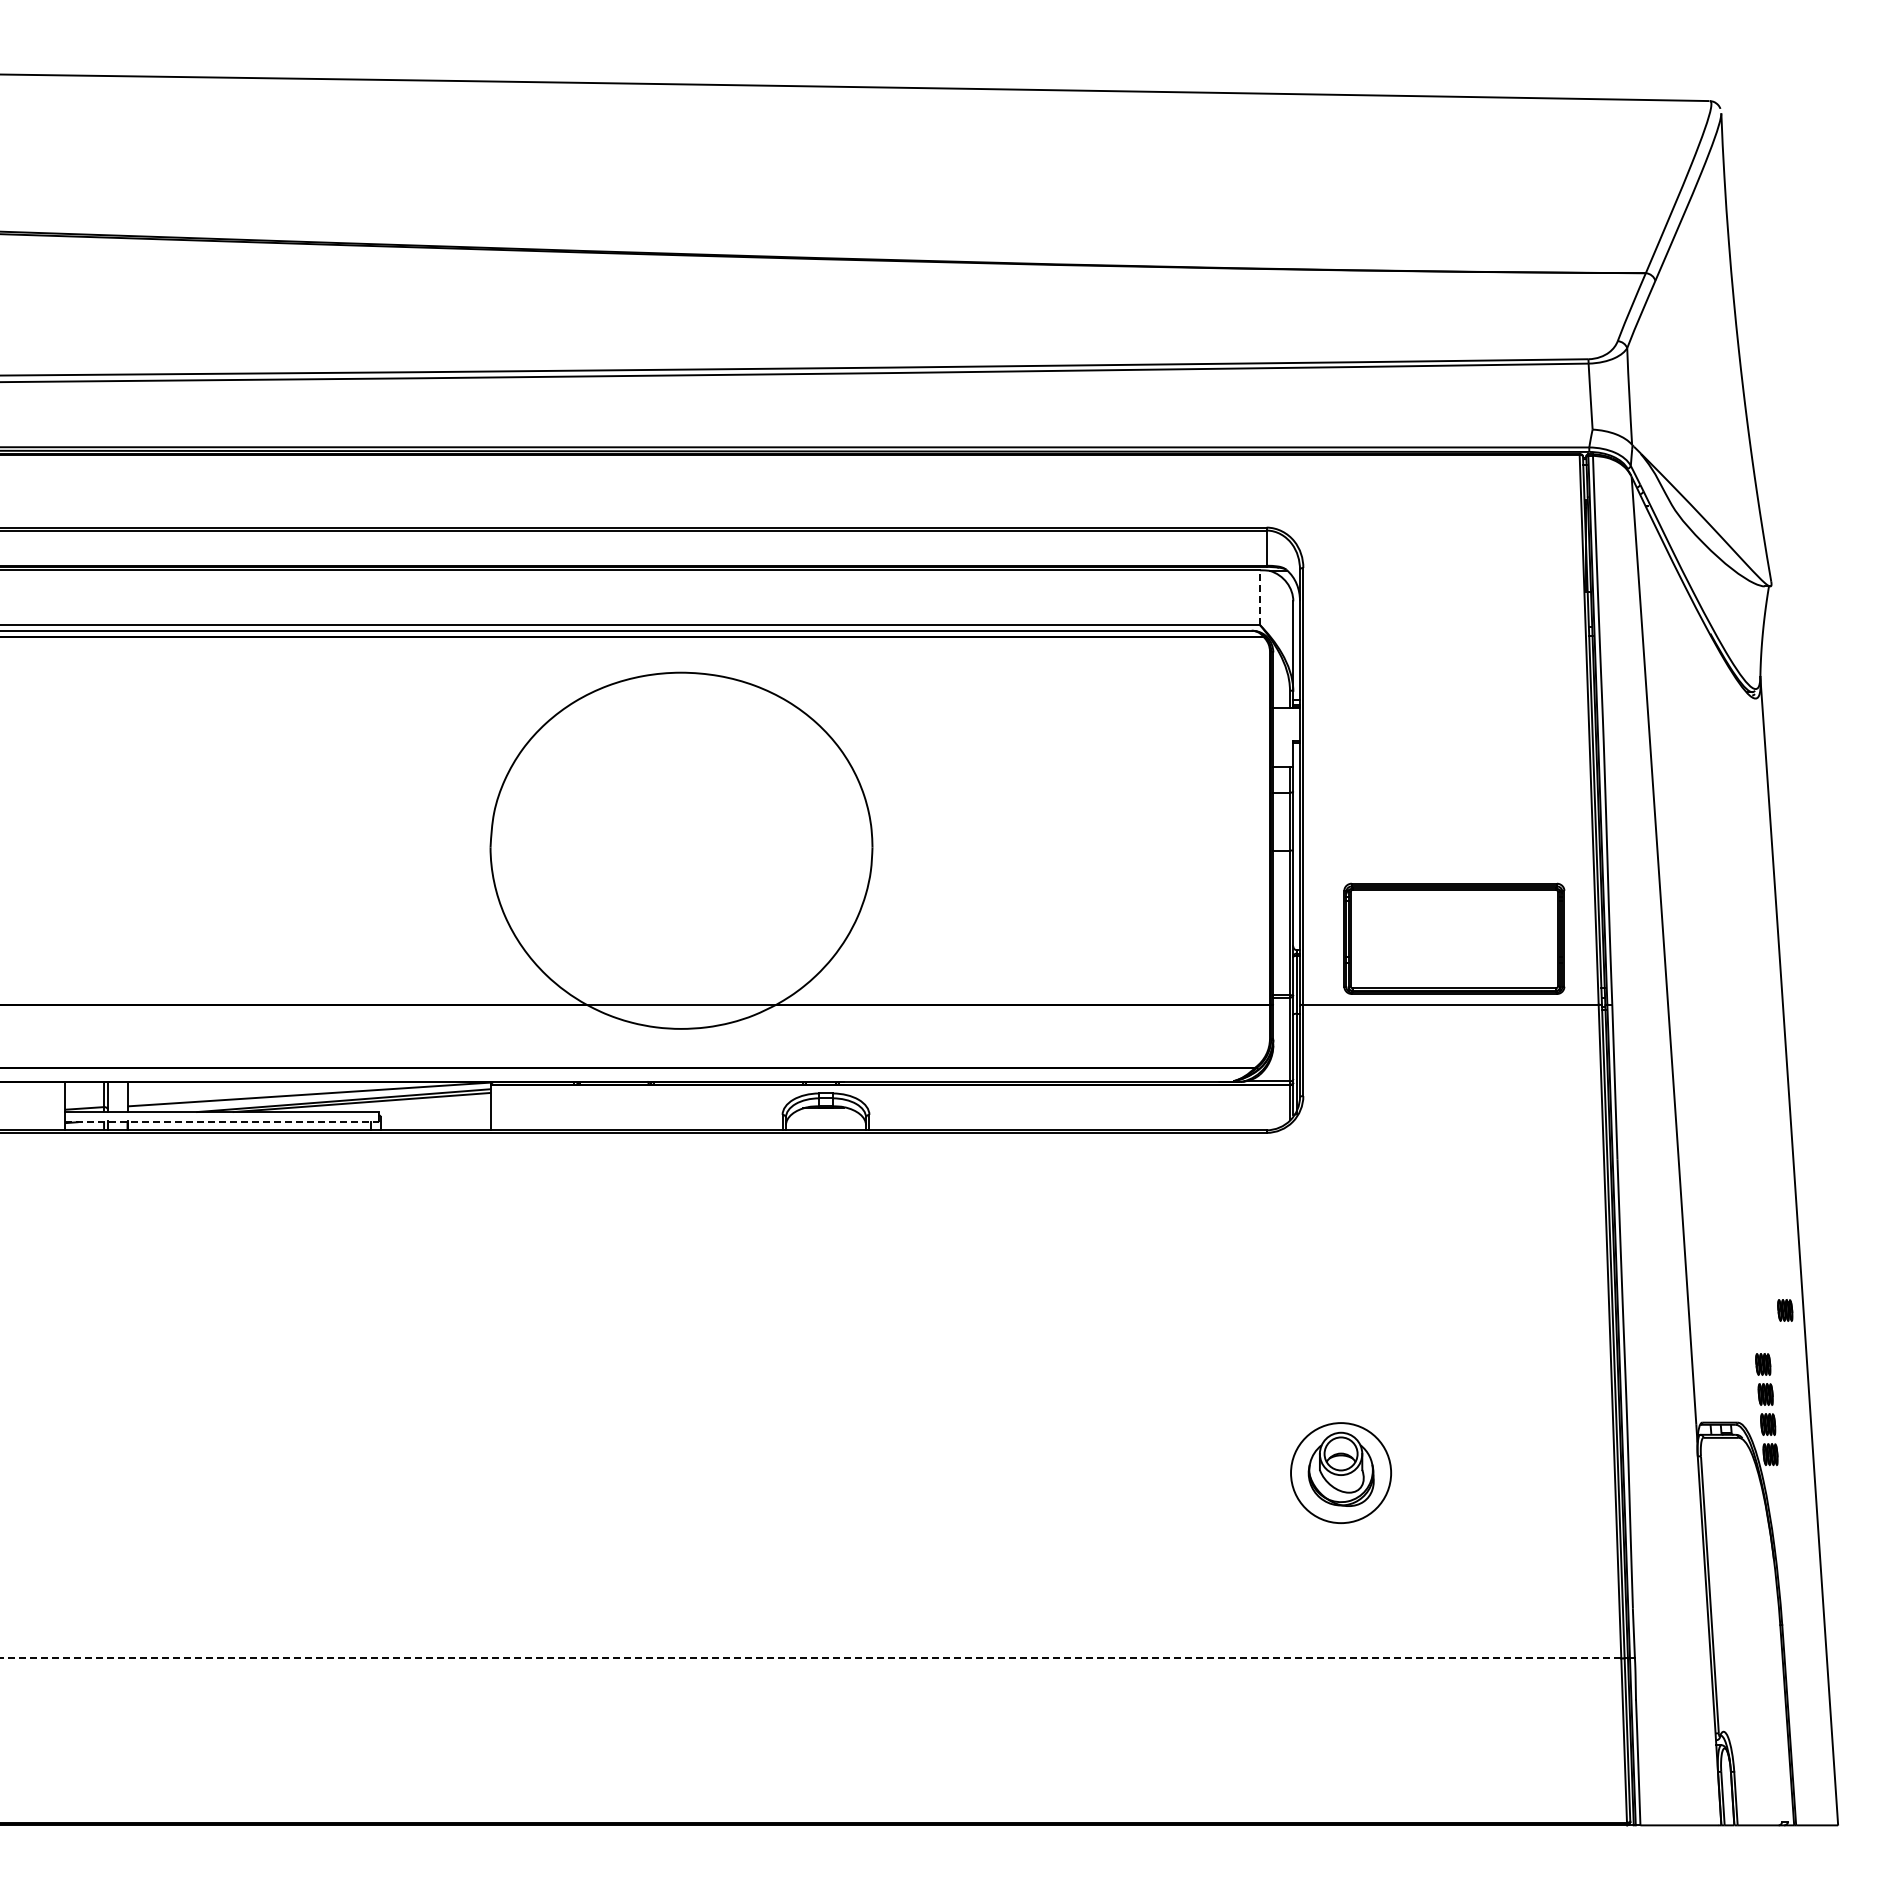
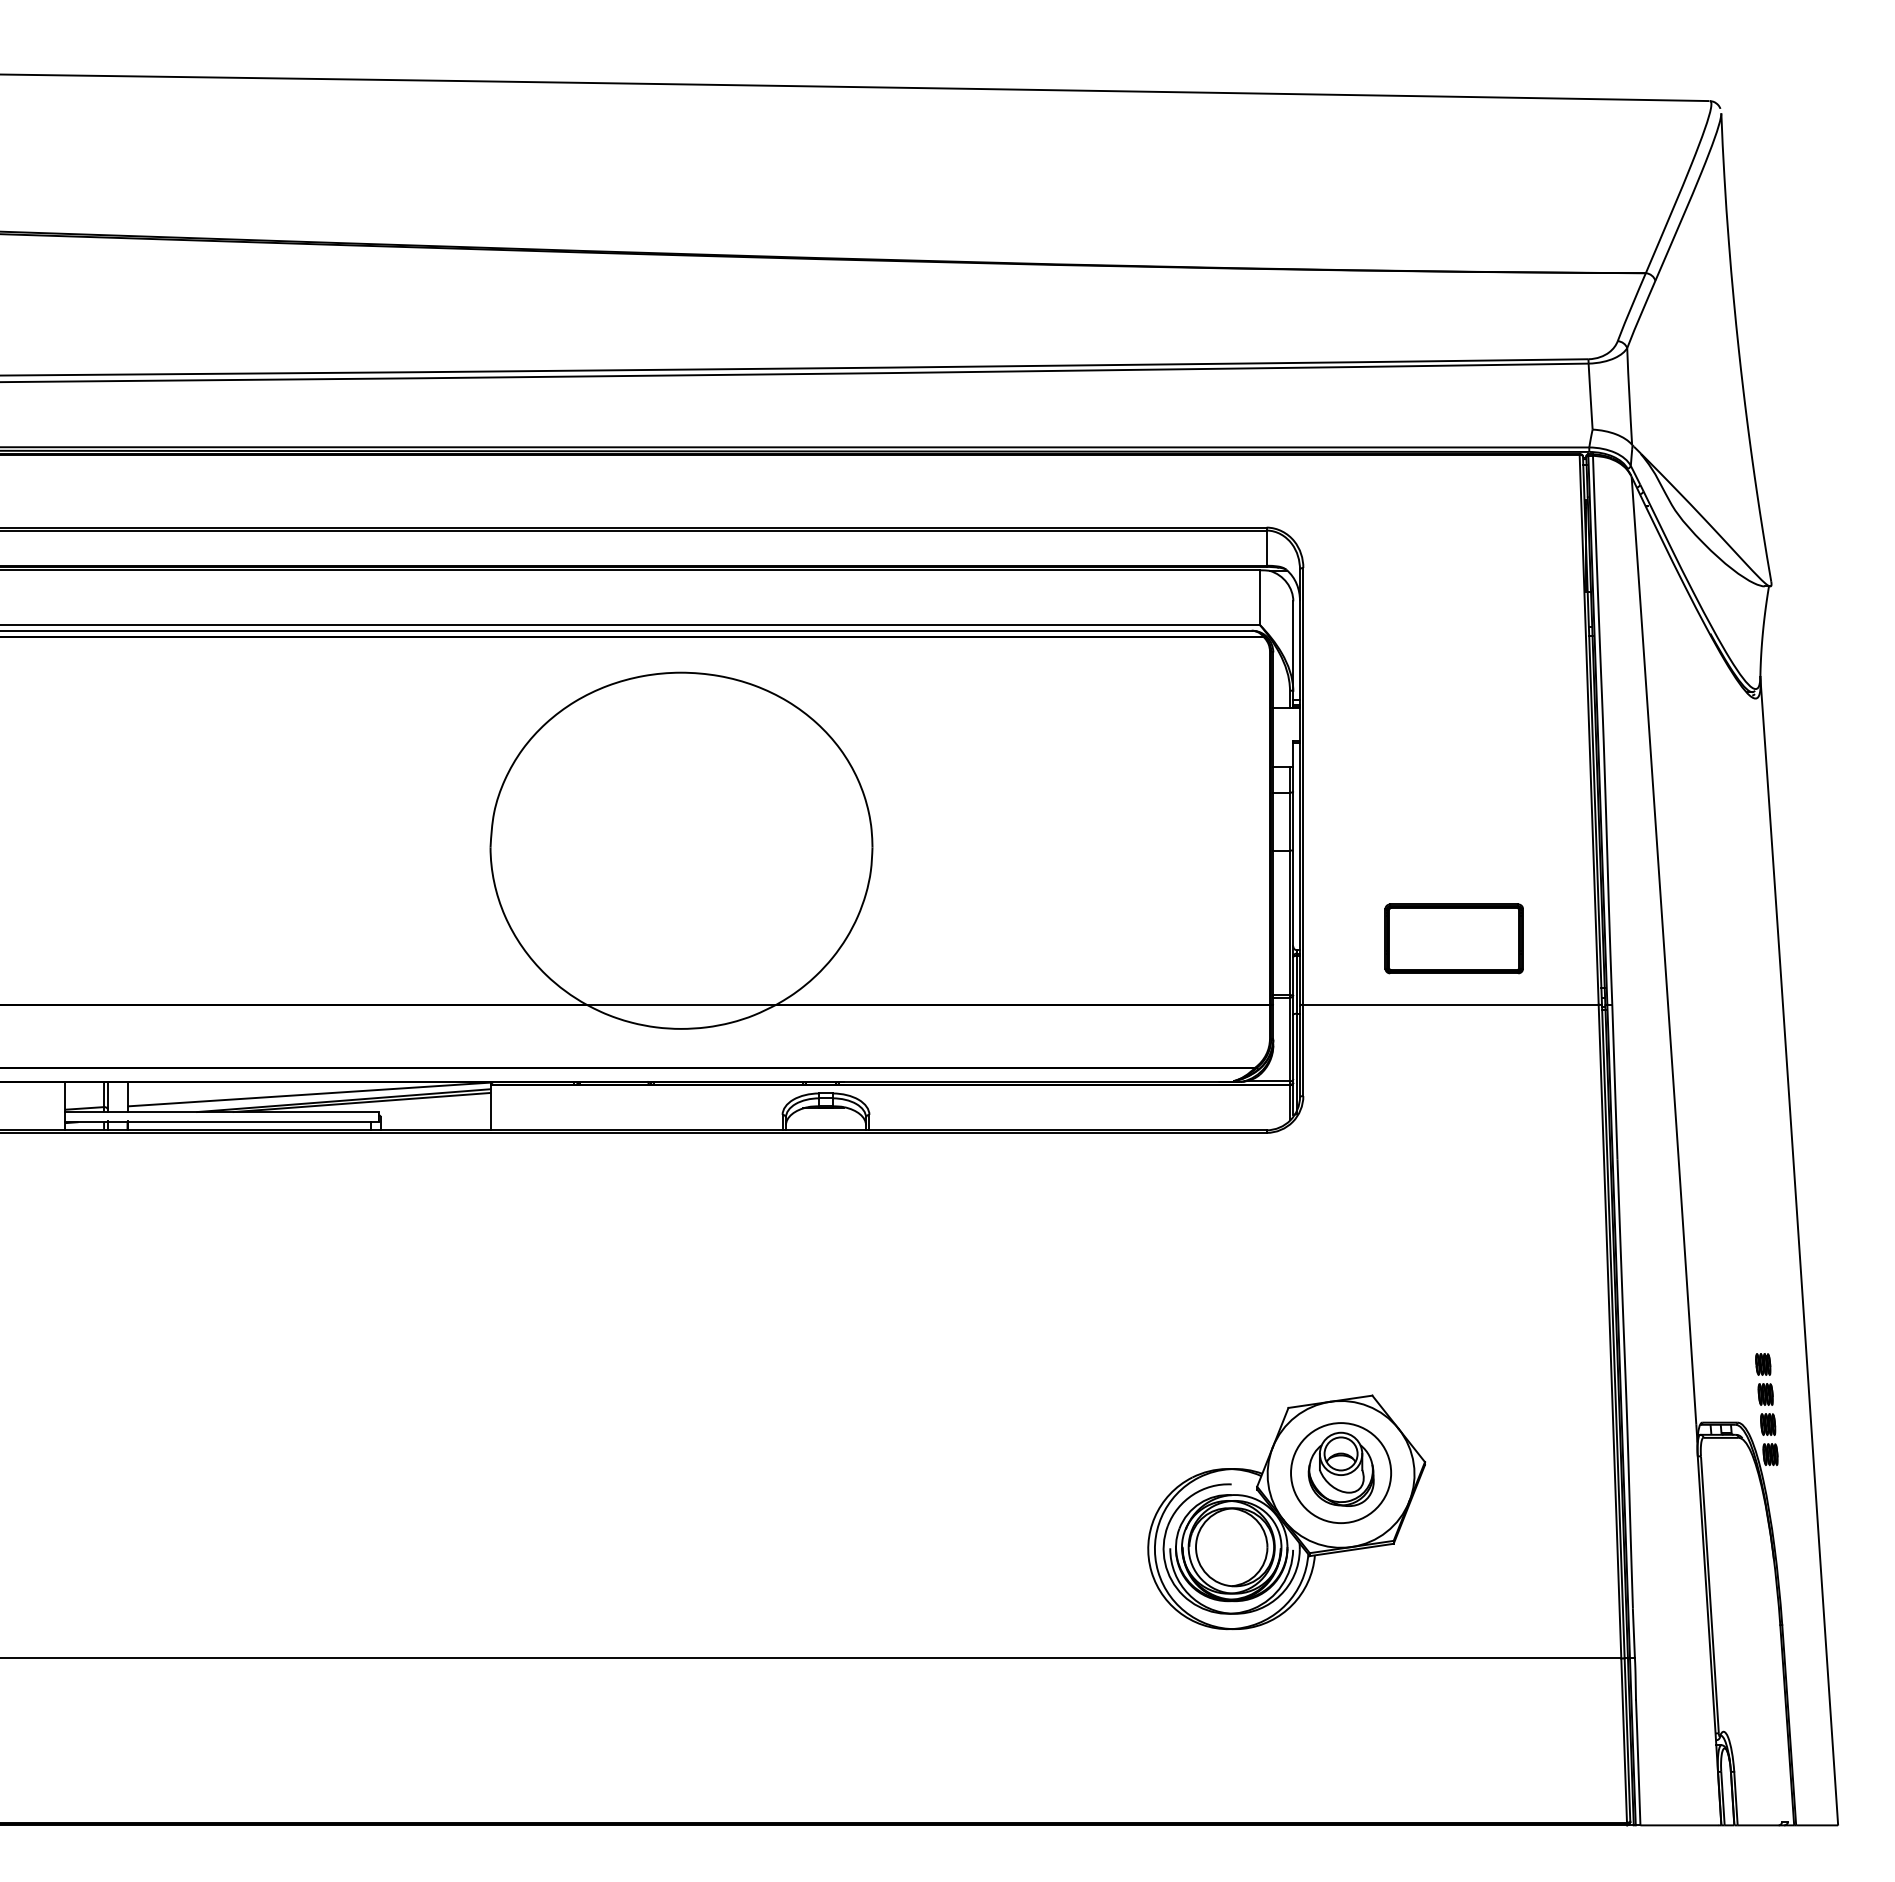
line at (1259, 597): dashed -> solid
part at (1454, 938) size: 223x113 px -> 140x72 px
line at (222, 1122): dashed -> solid
part at (1785, 1310): present -> none
part at (1286, 1512): none -> present
line at (810, 1658): dashed -> solid
